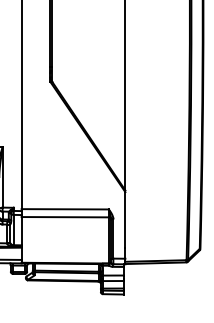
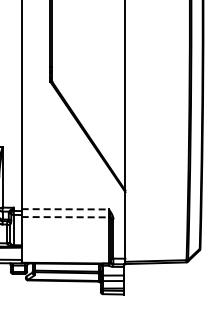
line at (65, 209): solid -> dashed
line at (65, 217): solid -> dashed
